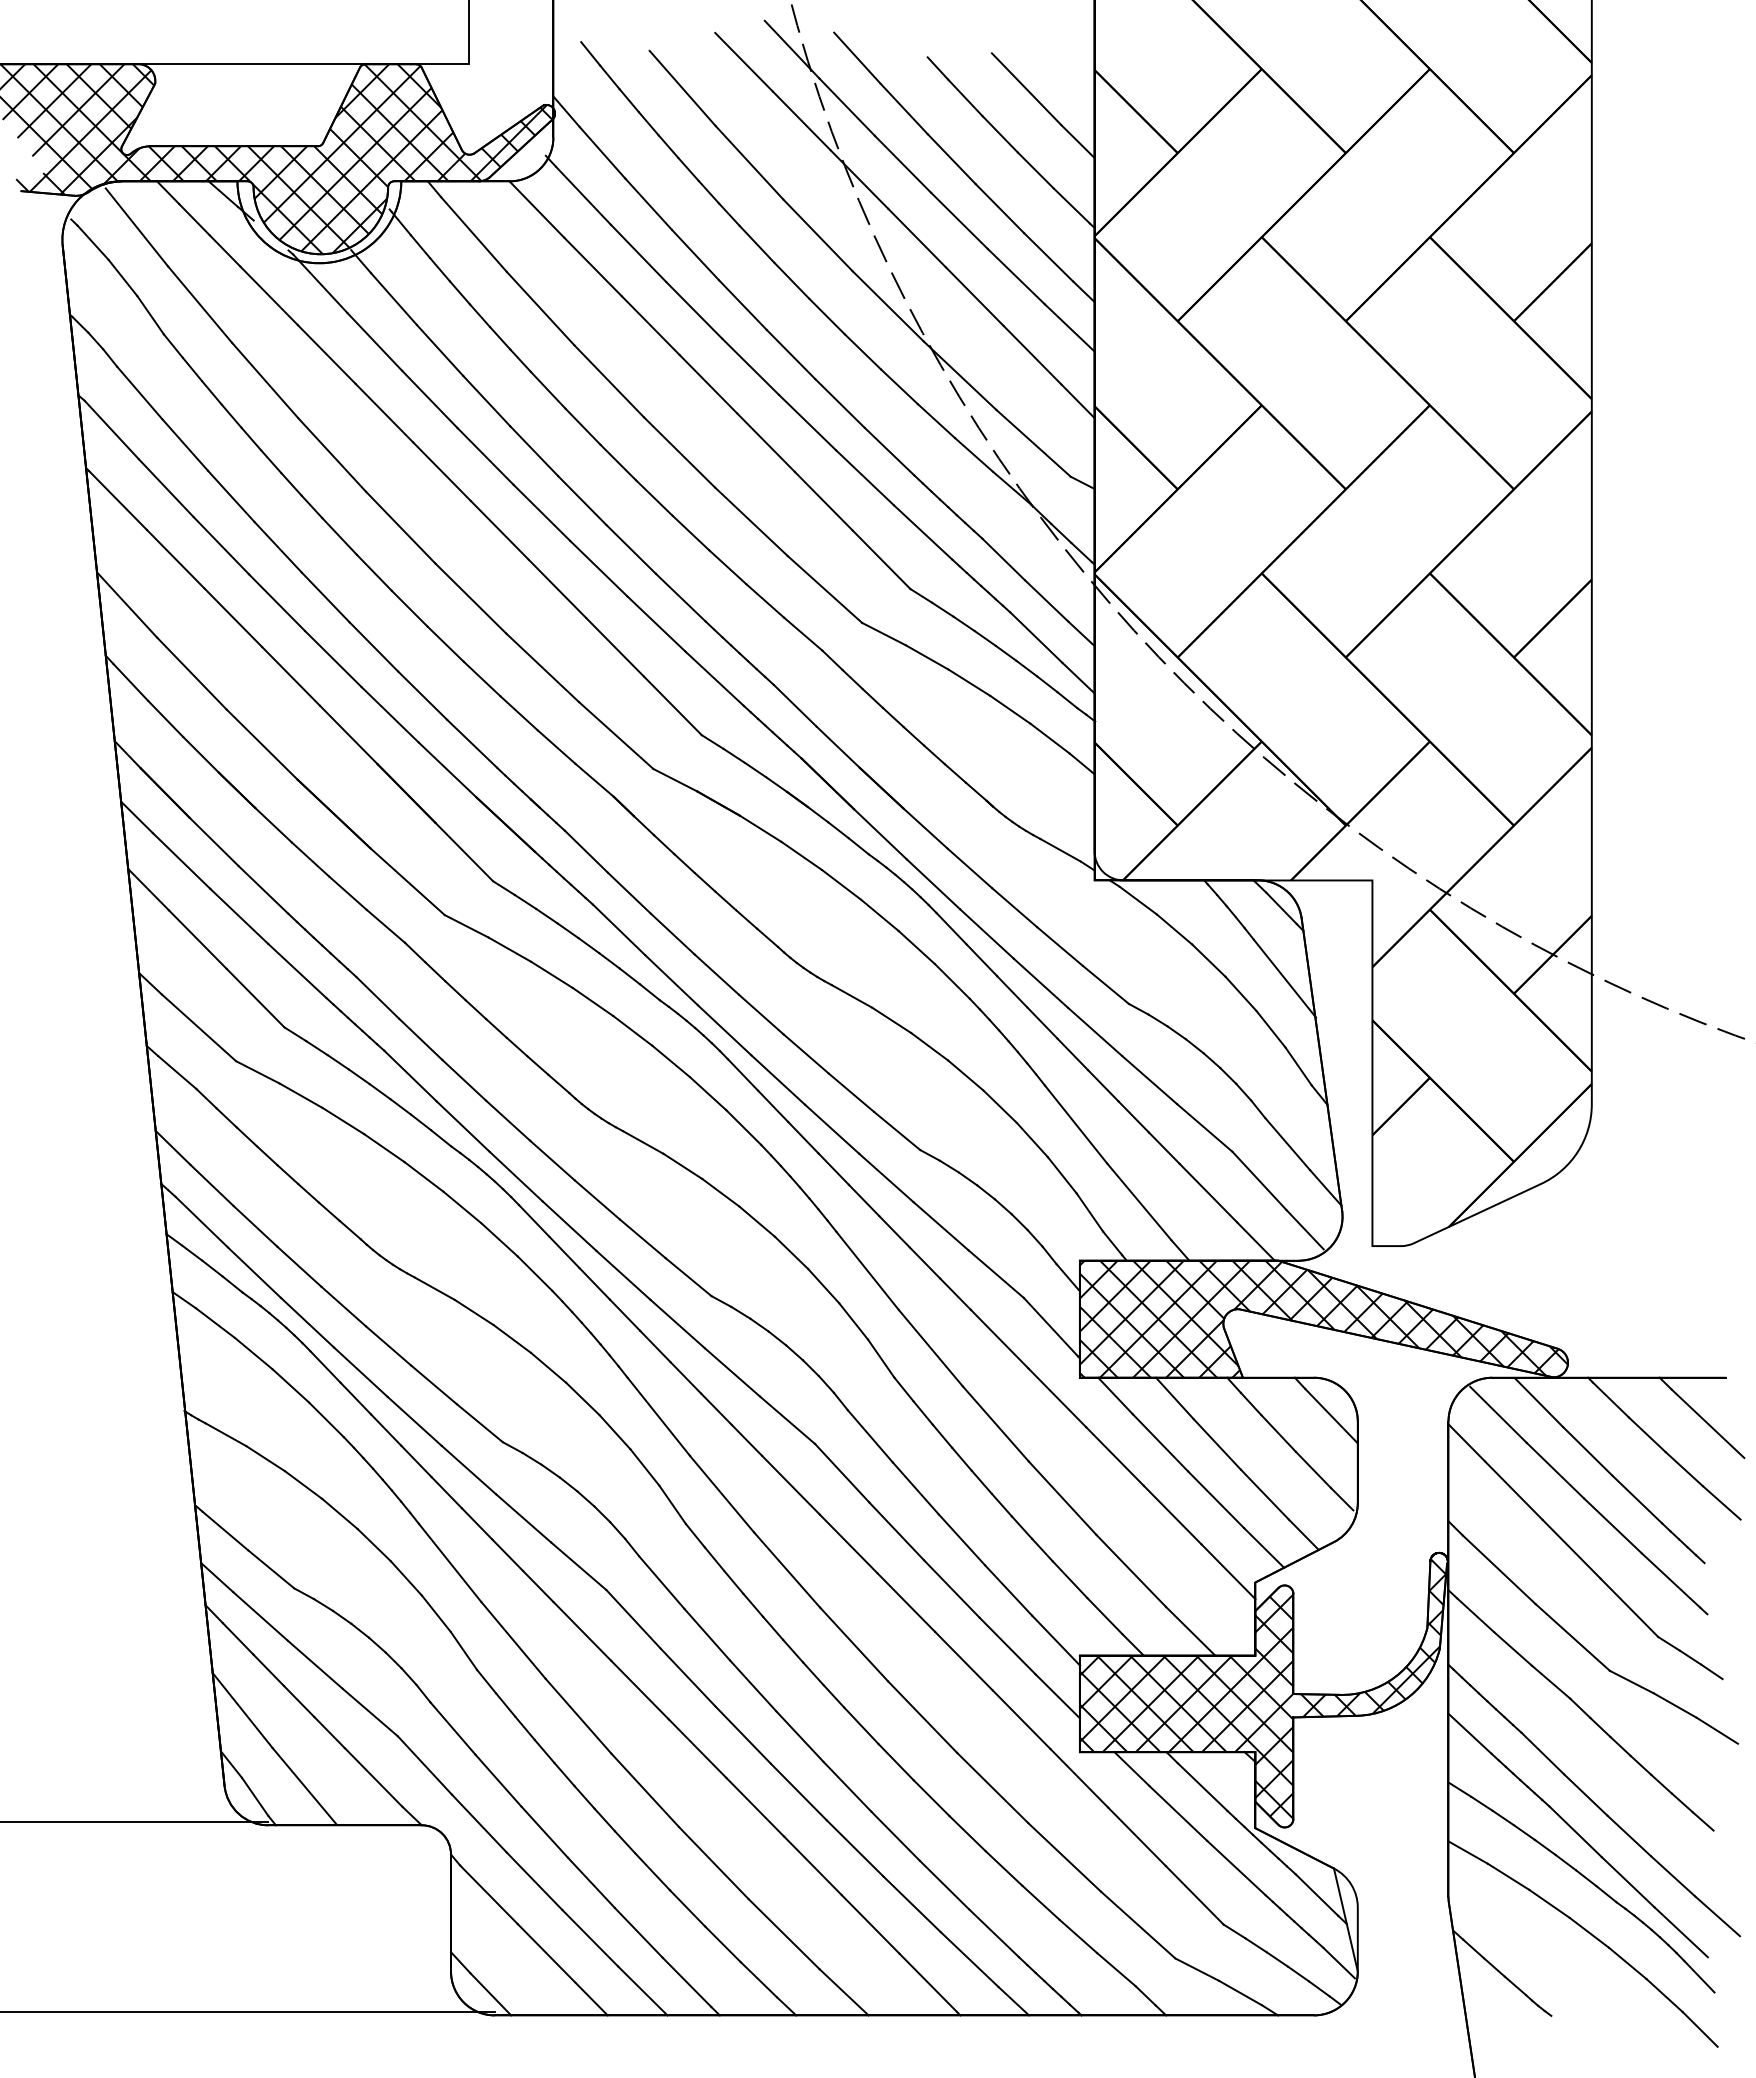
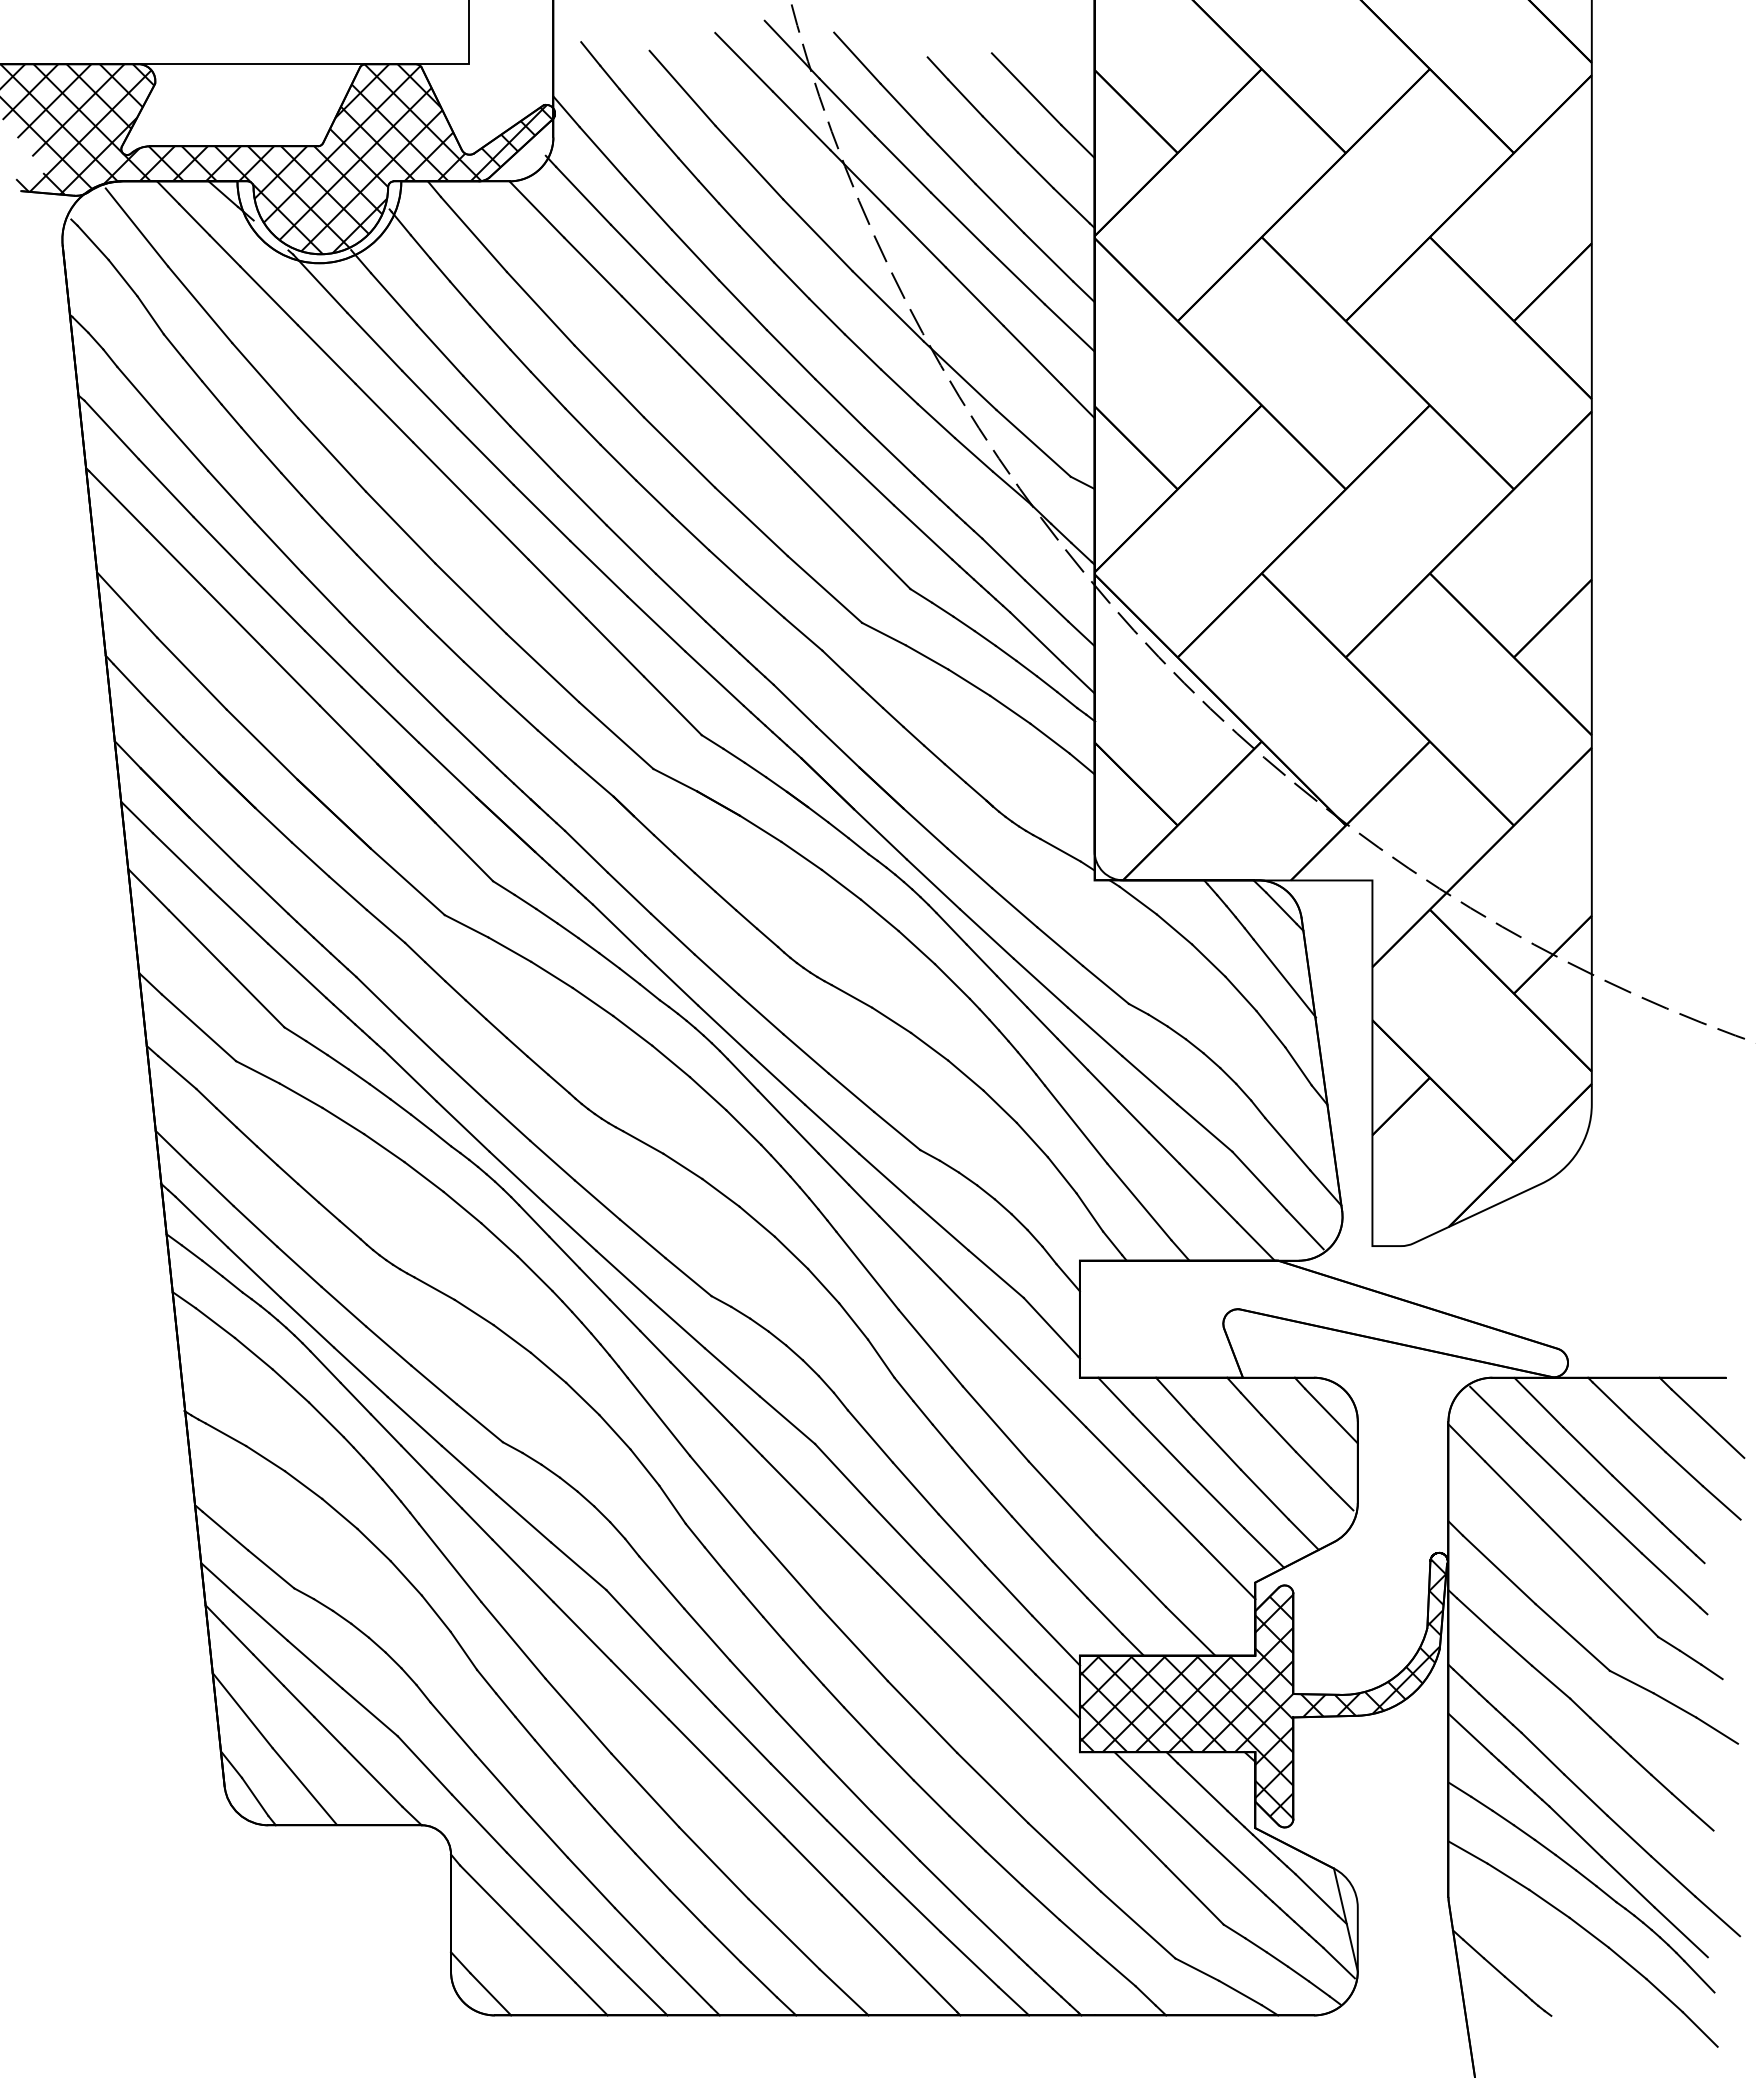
hatch at (1323, 1318): present -> none
line at (135, 1821): present -> none
line at (248, 2012): present -> none
